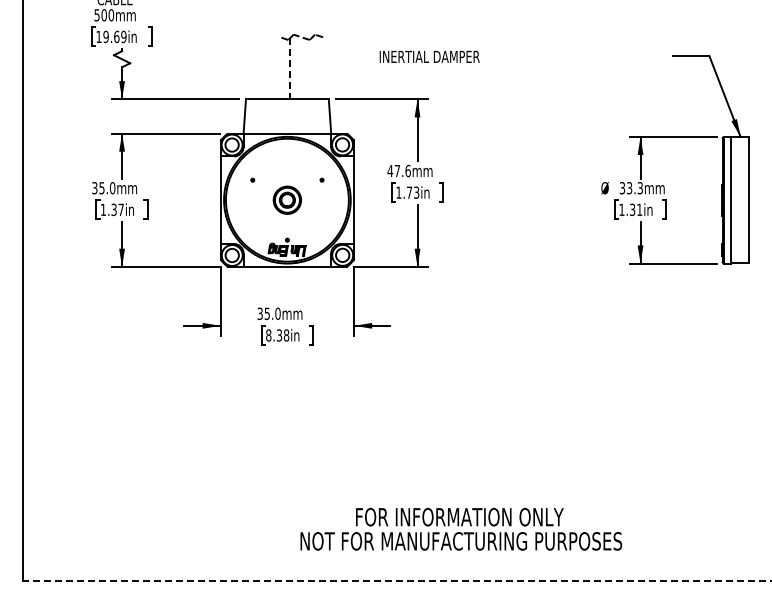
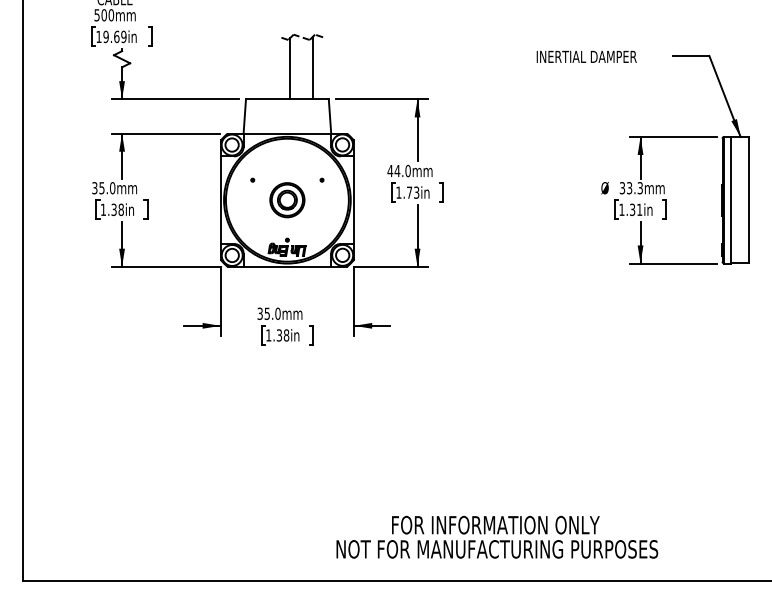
text at (429, 56) position: (429, 56) -> (586, 56)
line at (312, 67): none -> present
line at (290, 68): dashed -> solid
text at (402, 171): 47.6mm -> 44.0mm
part at (286, 199) size: 30x30 px -> 37x37 px
text at (120, 209): 1.37in -> 1.38in
text at (268, 335): 8.38in -> 1.38in
text at (461, 528) position: (461, 528) -> (497, 536)
line at (397, 581): dashed -> solid
